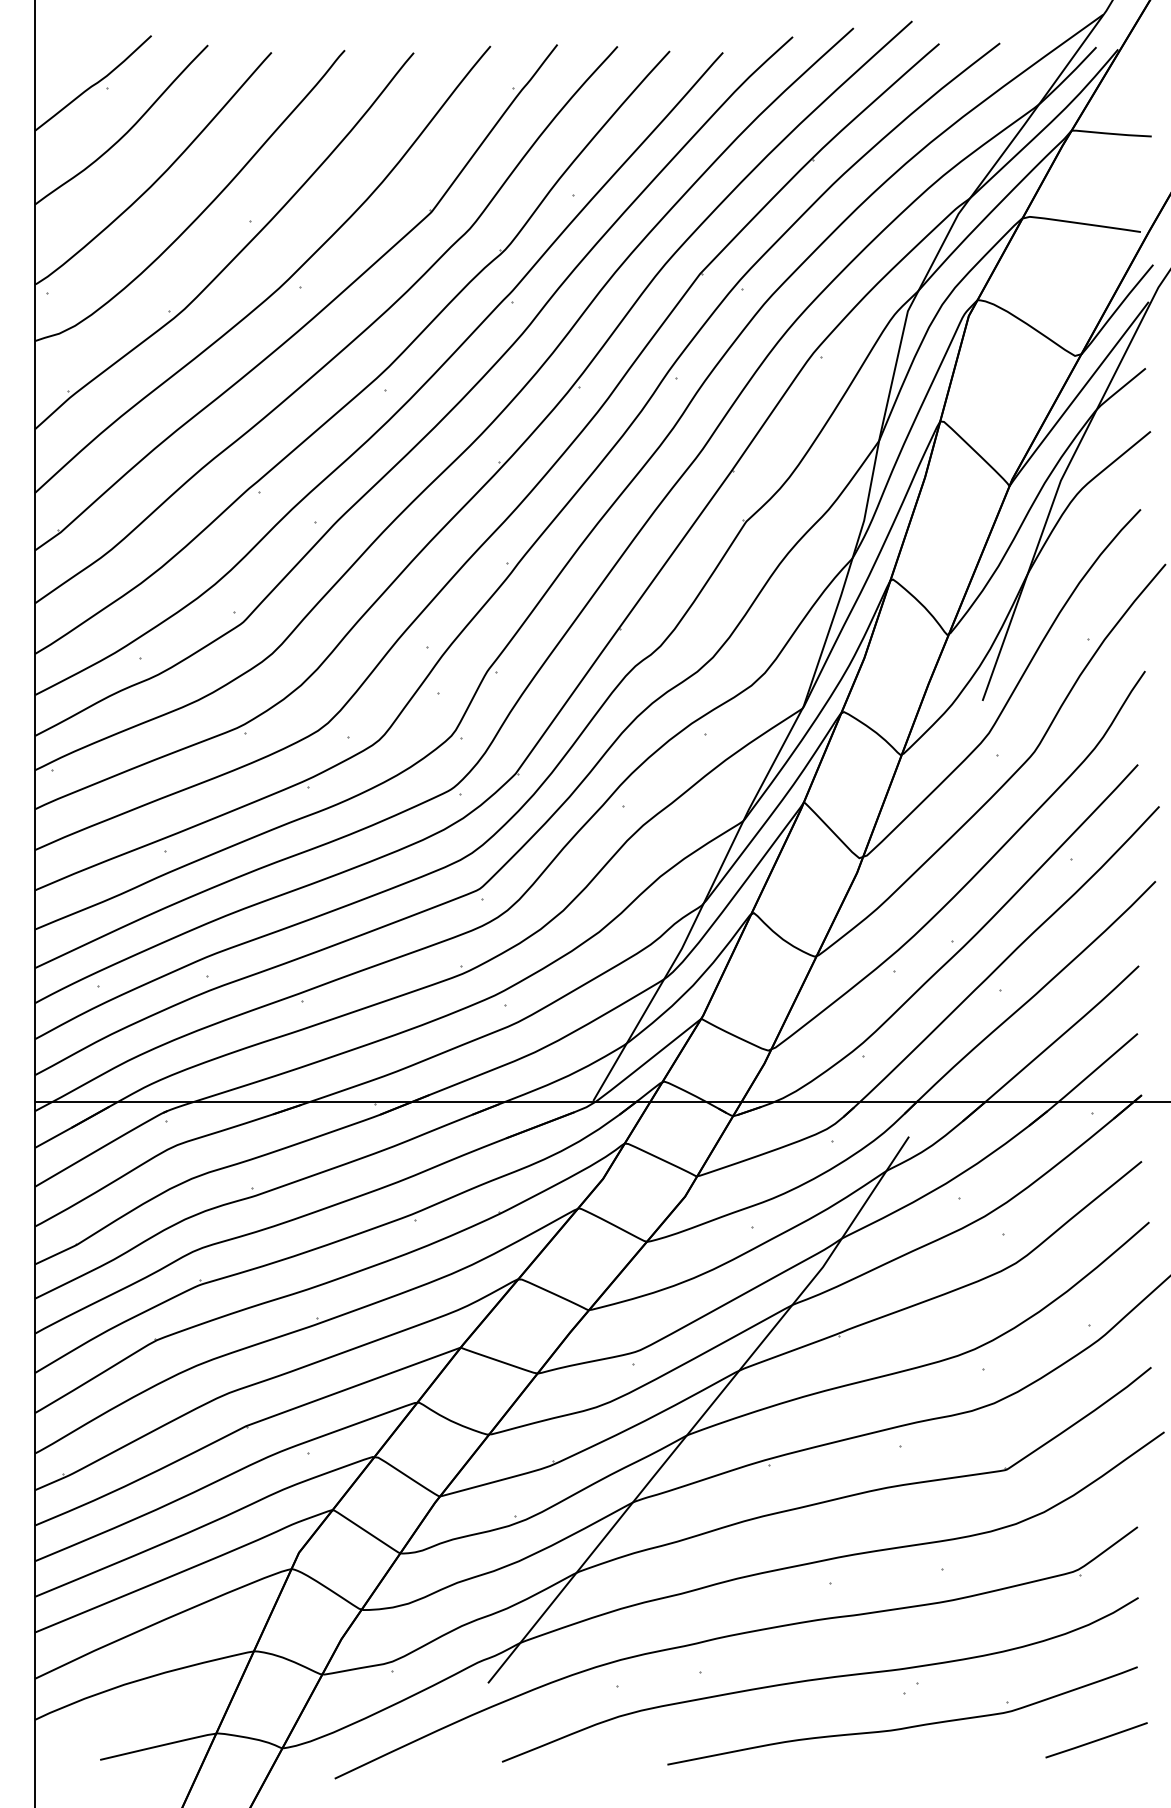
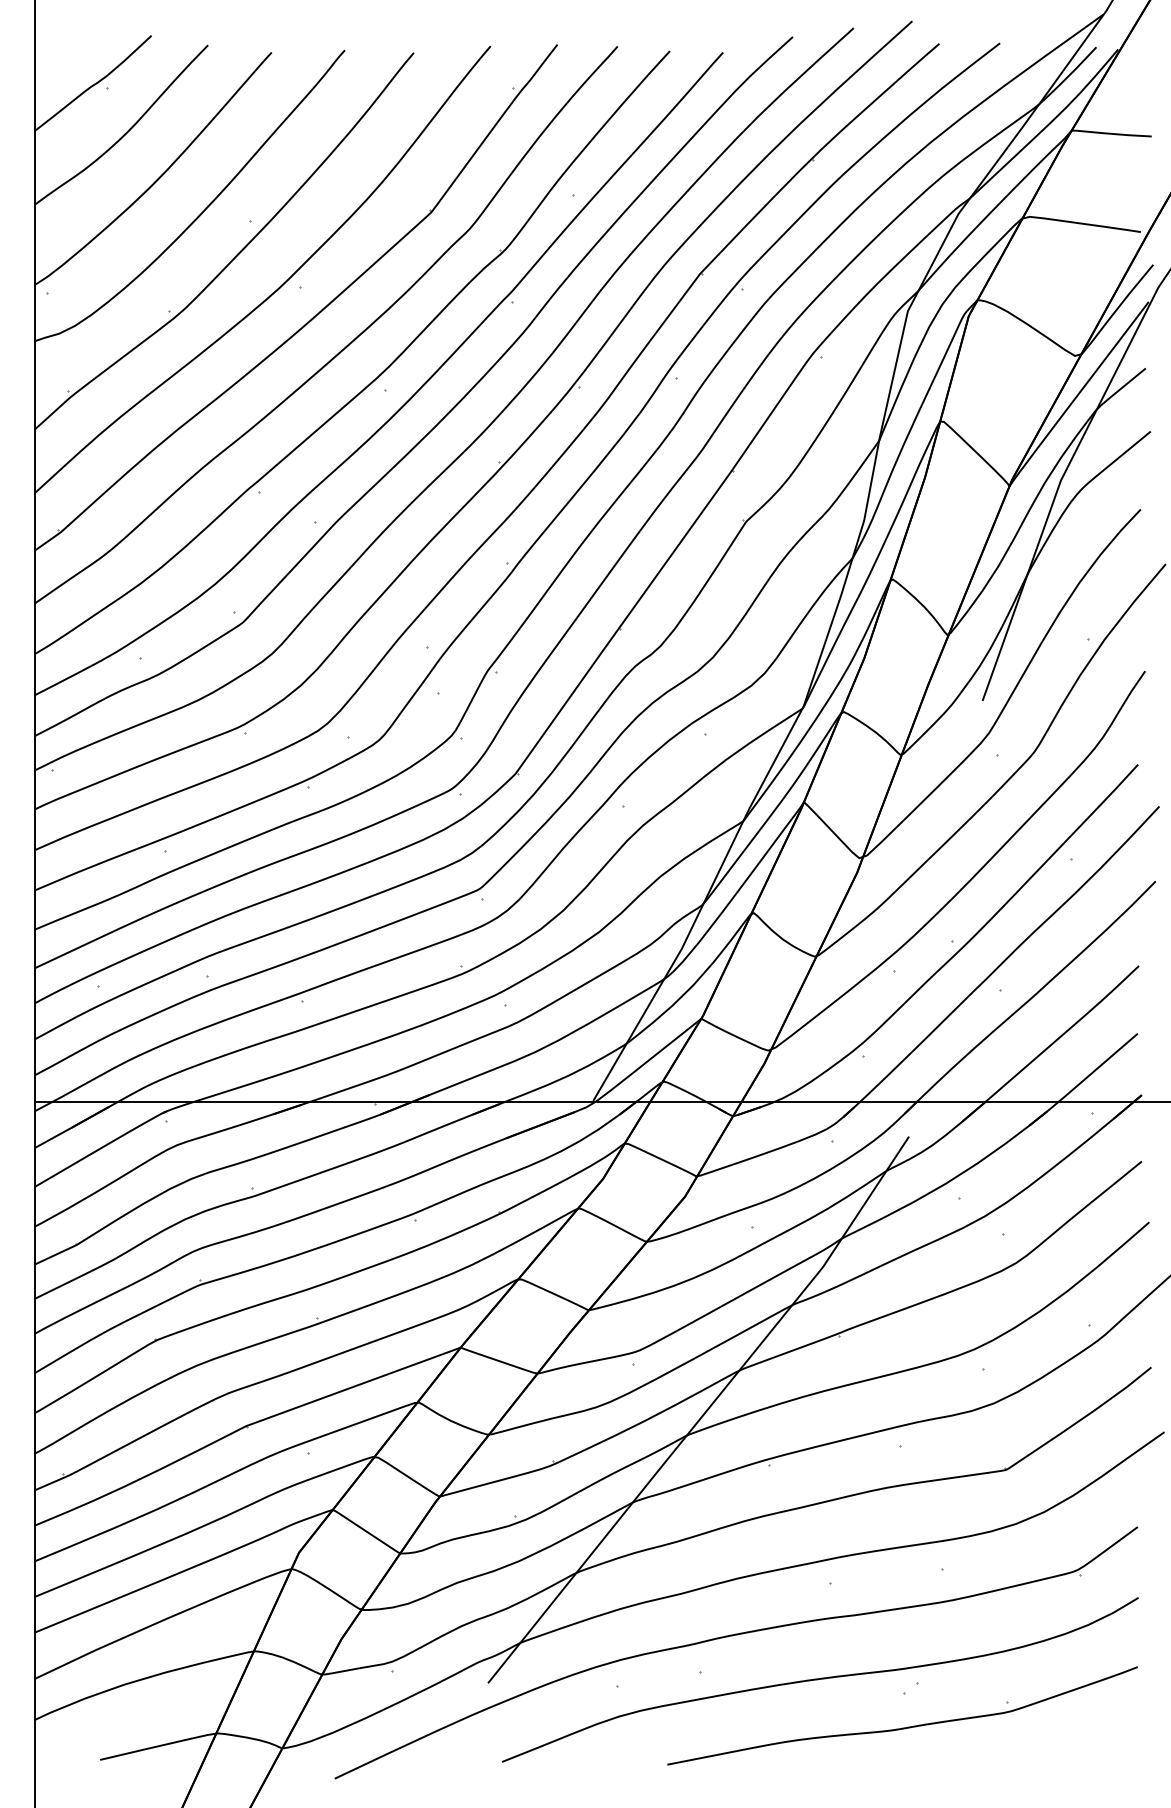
line at (1096, 1740): present -> none
